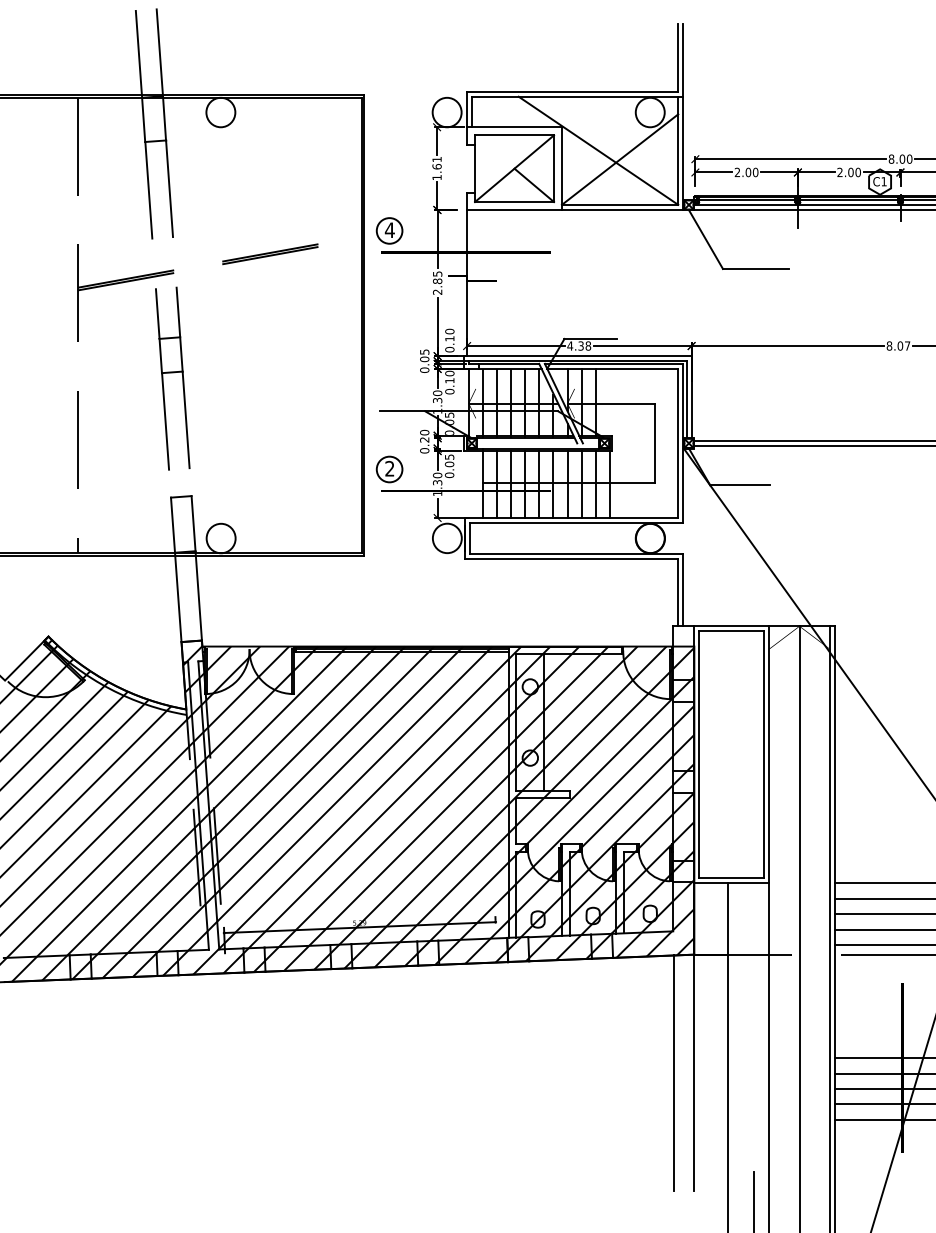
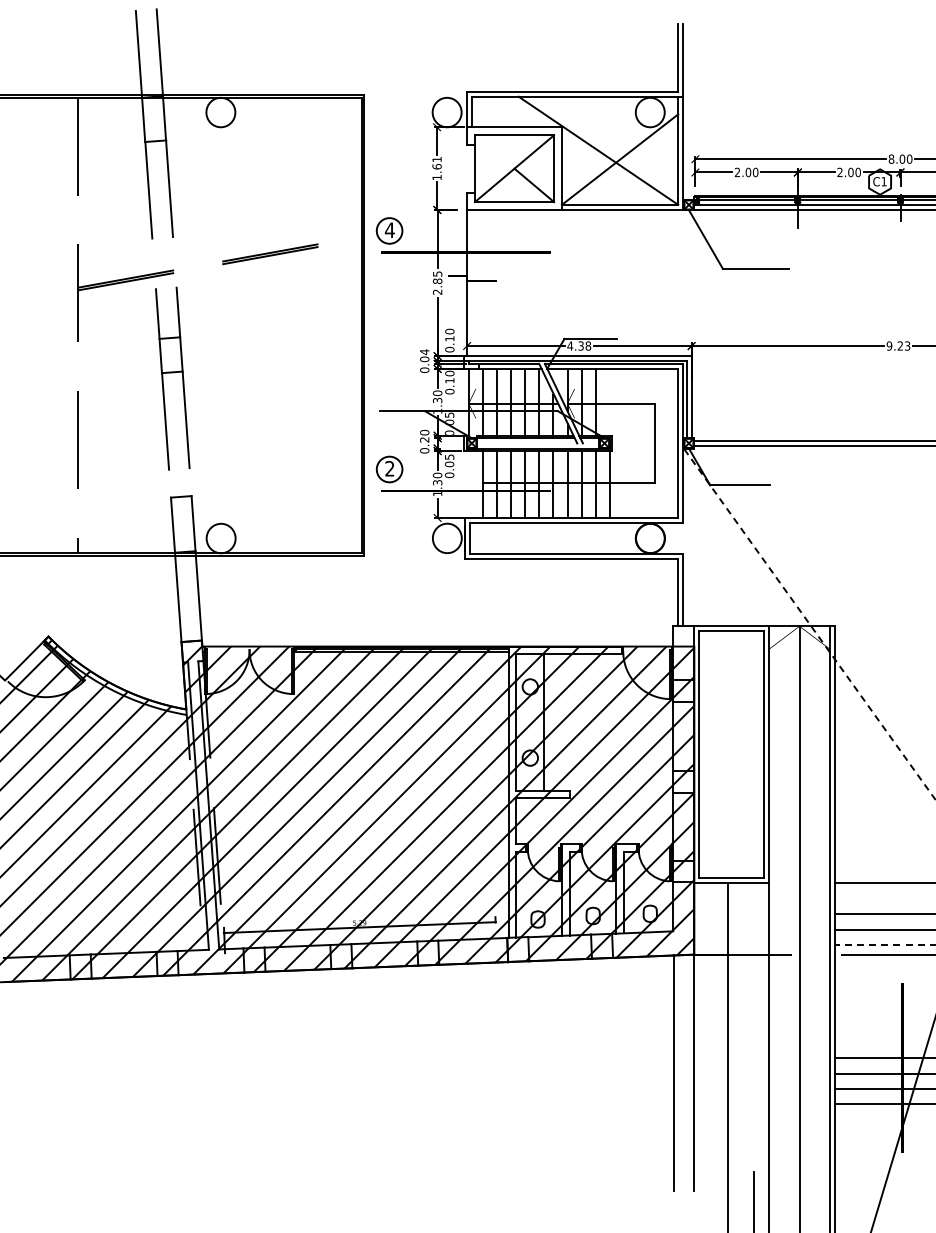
text at (898, 345): 8.07 -> 9.23
text at (424, 352): 0.05 -> 0.04
line at (809, 624): solid -> dashed
line at (883, 898): present -> none
line at (884, 944): solid -> dashed
line at (883, 1119): present -> none
